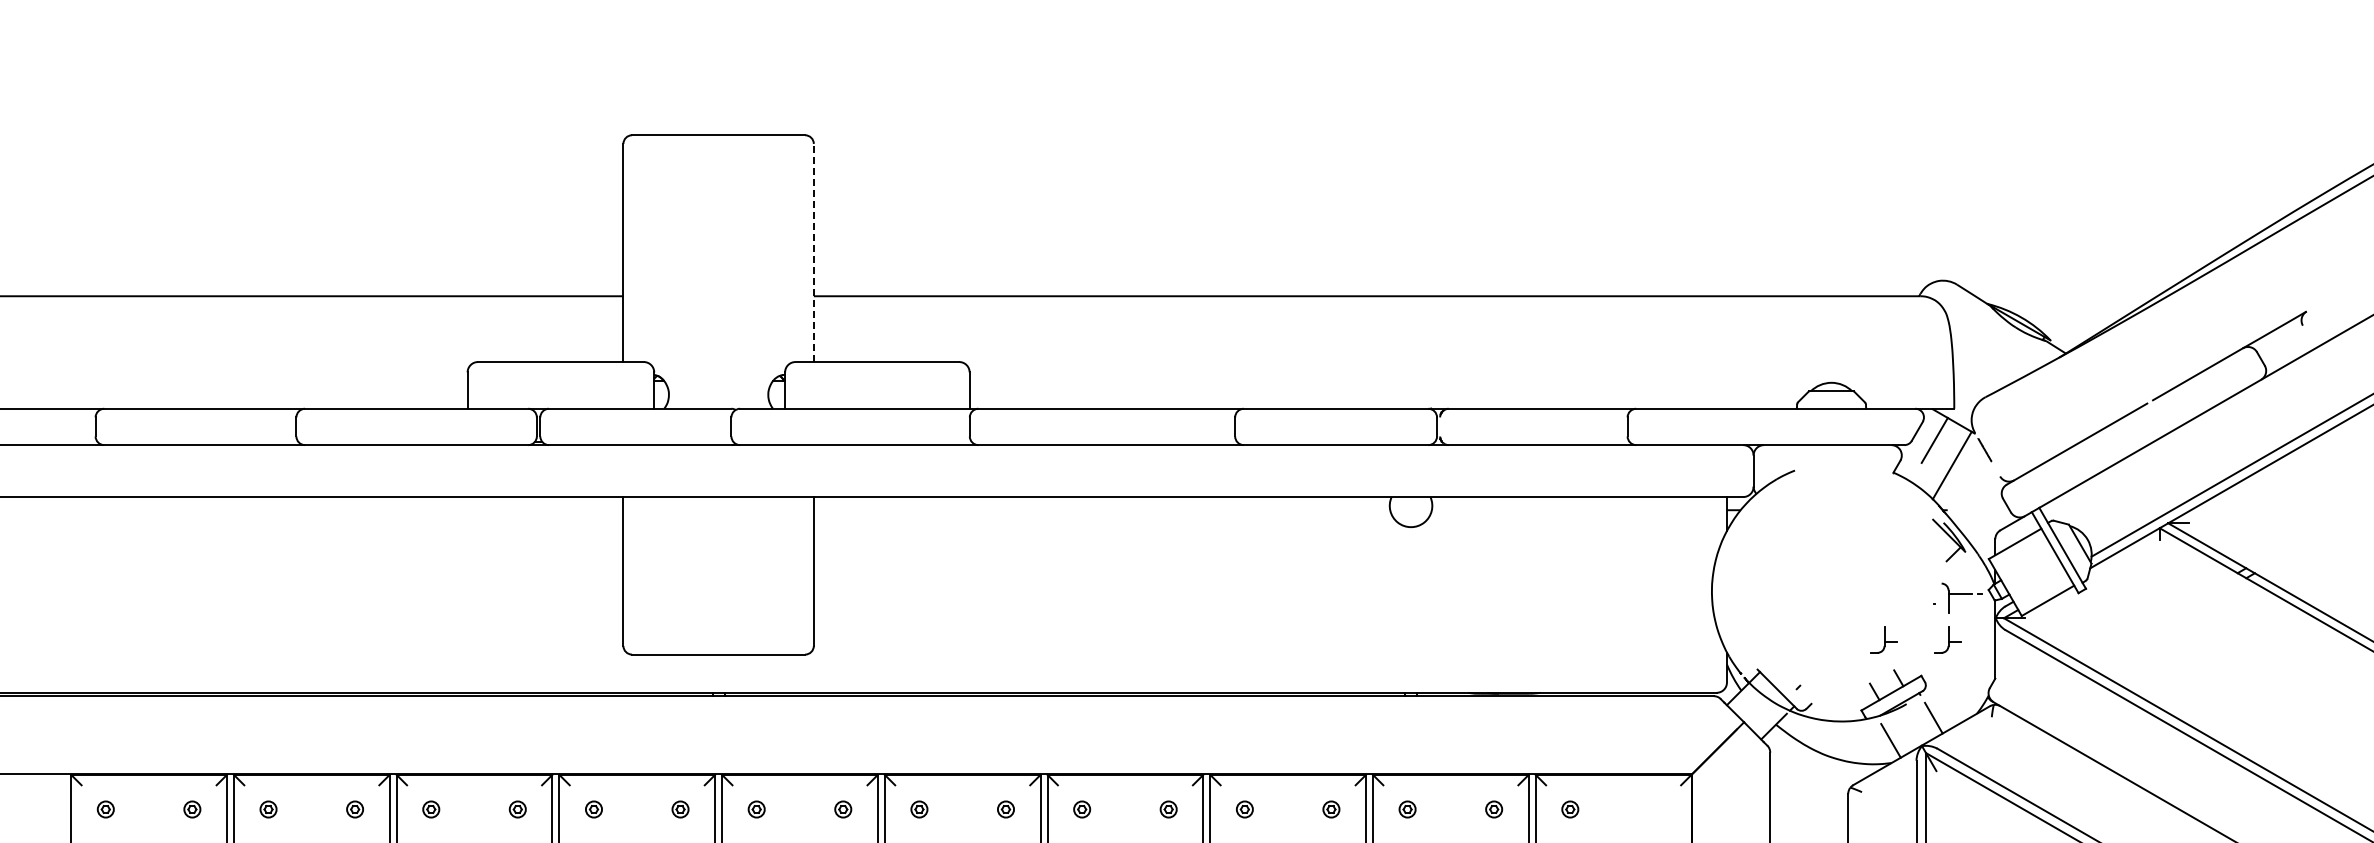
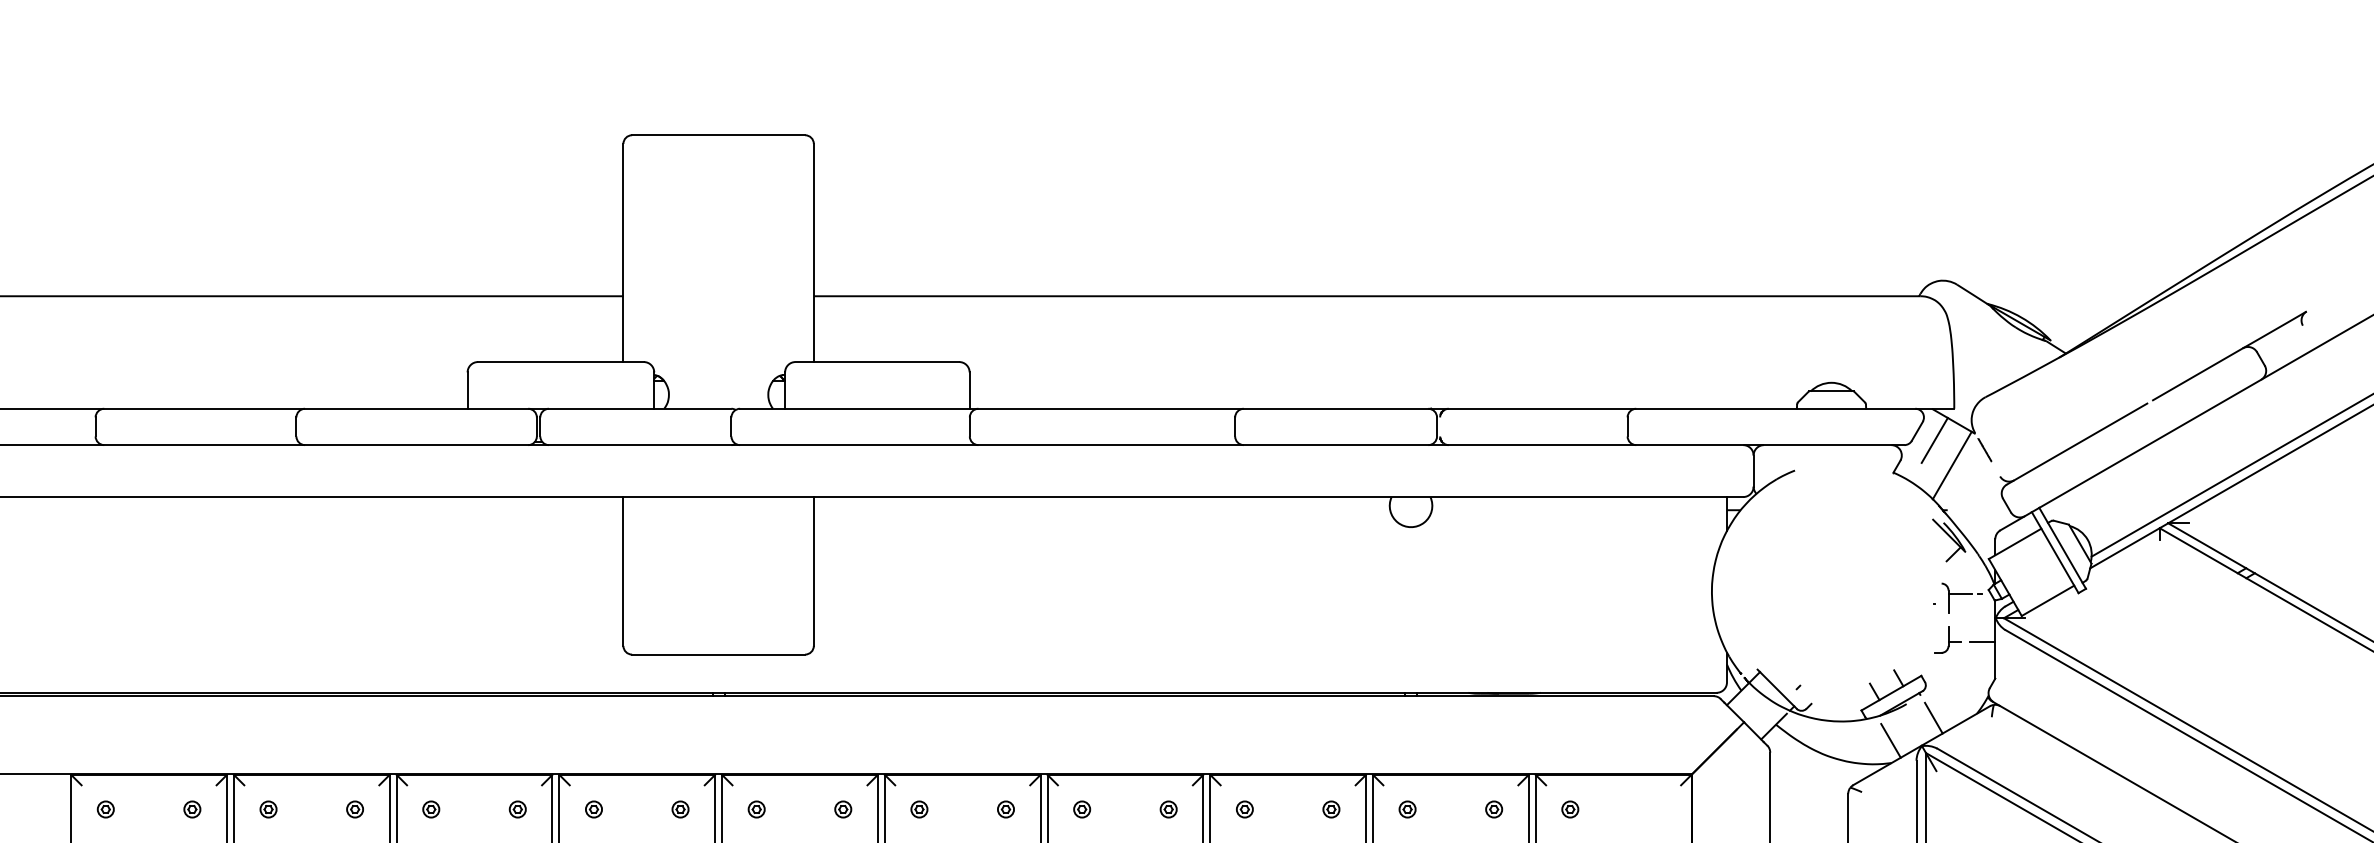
line at (813, 252): dashed -> solid
part at (1883, 639): present -> none
line at (1982, 642): none -> present
